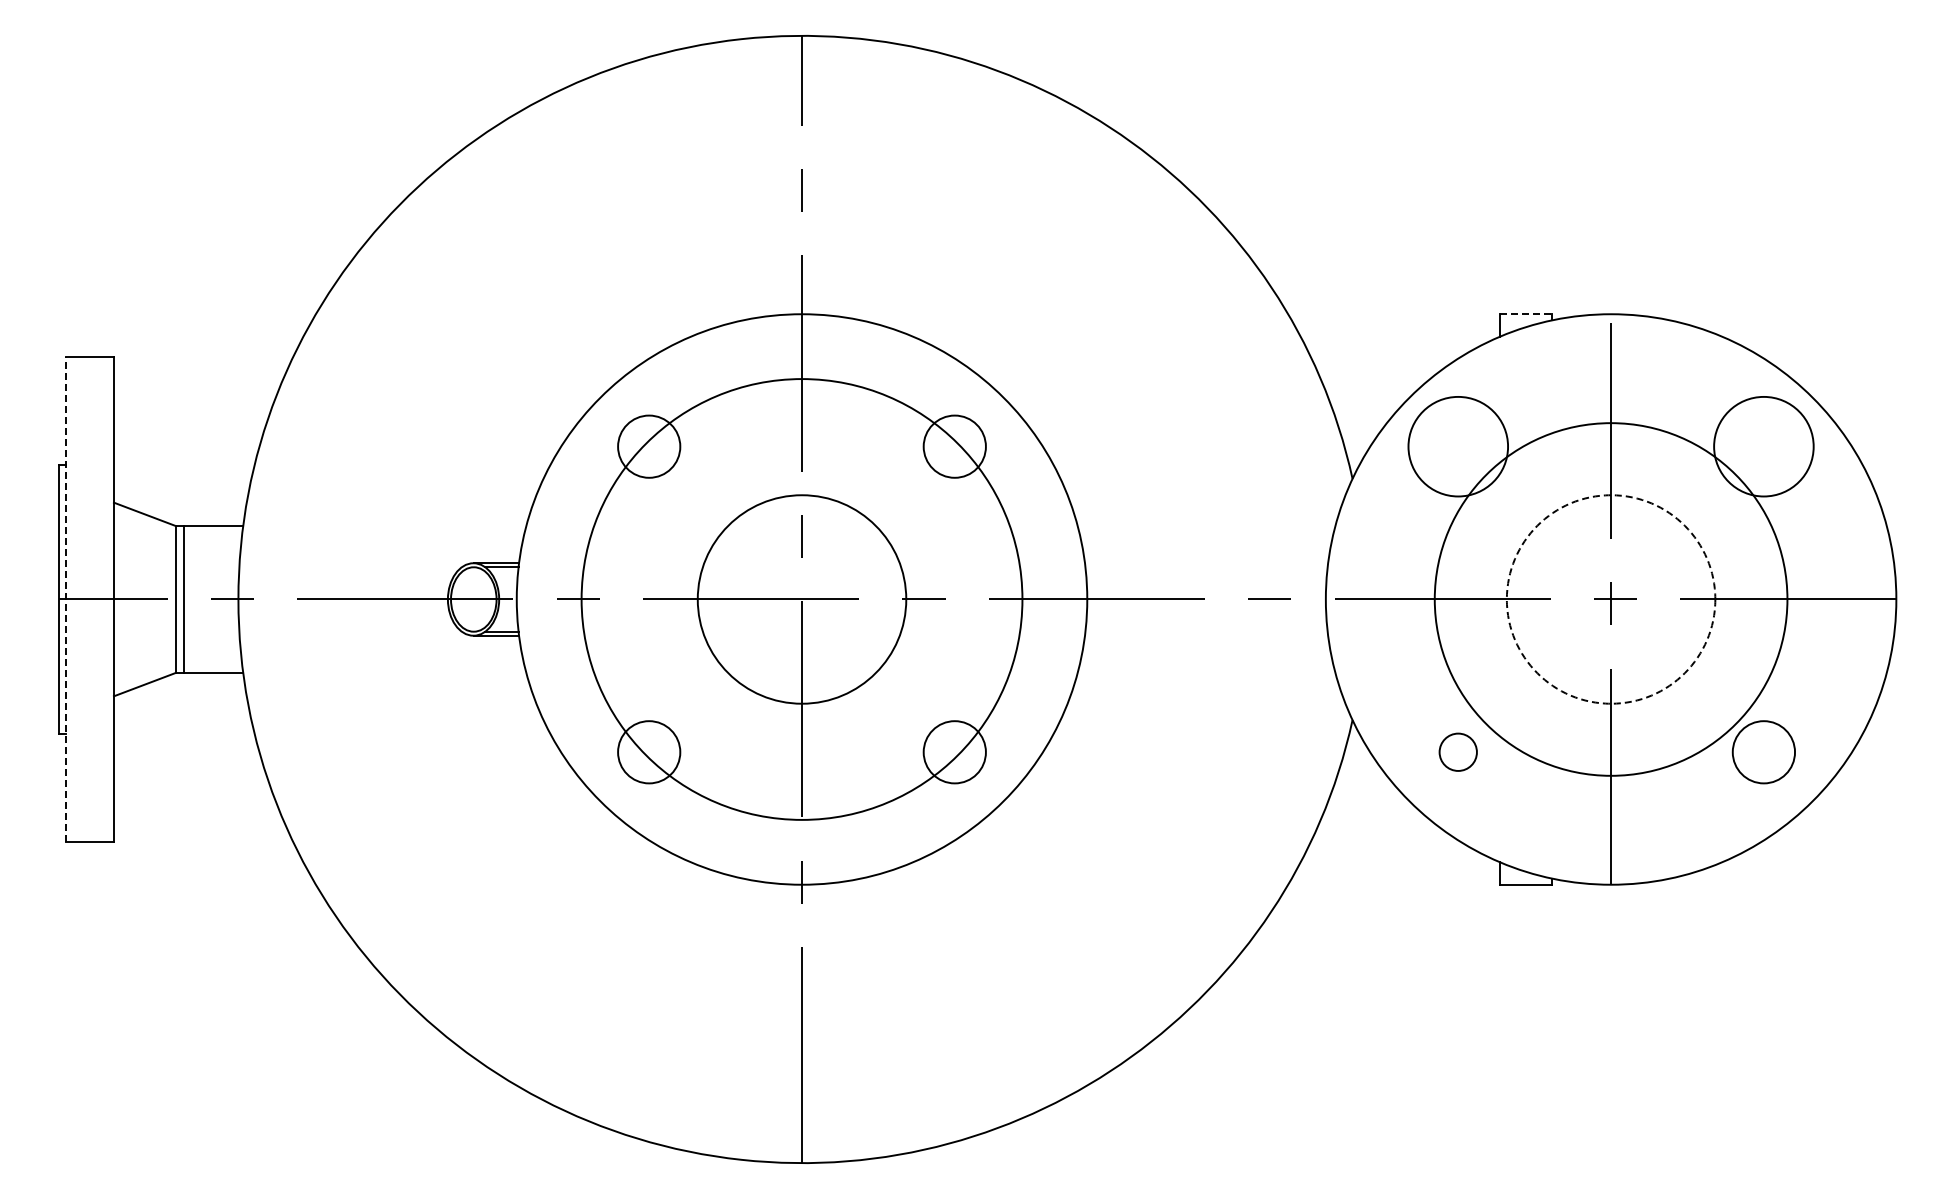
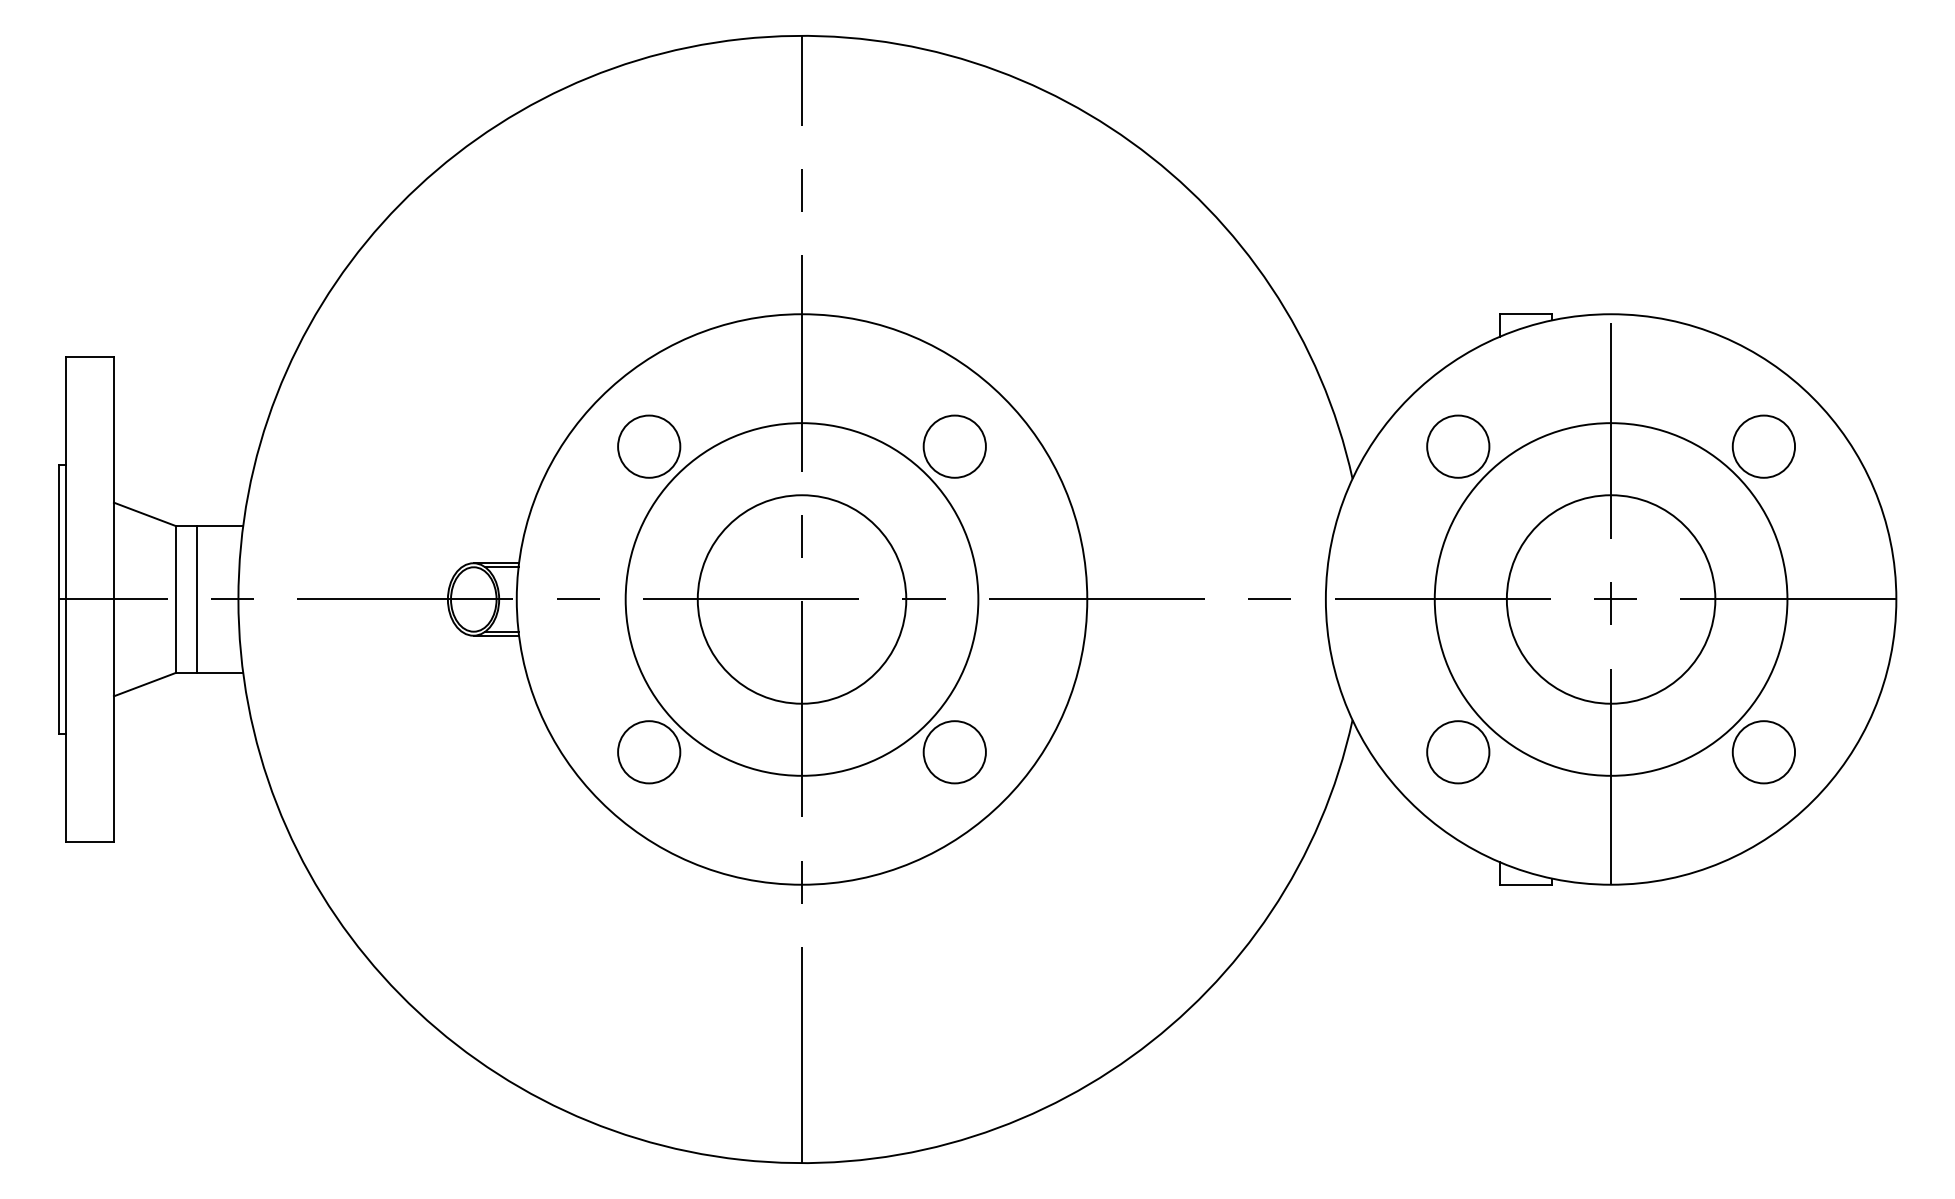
line at (1526, 314): dashed -> solid
circle at (1458, 446) diameter: 100 px -> 62 px
circle at (1763, 446) diameter: 100 px -> 62 px
line at (65, 598): dashed -> solid
line at (183, 599) position: (183, 599) -> (196, 599)
circle at (801, 599) diameter: 441 px -> 353 px
circle at (1610, 599): dashed -> solid
circle at (1457, 751) diameter: 37 px -> 62 px
